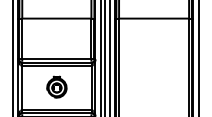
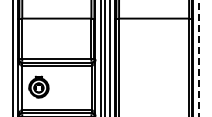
line at (198, 58): solid -> dashed
part at (56, 86) position: (56, 86) -> (38, 86)
